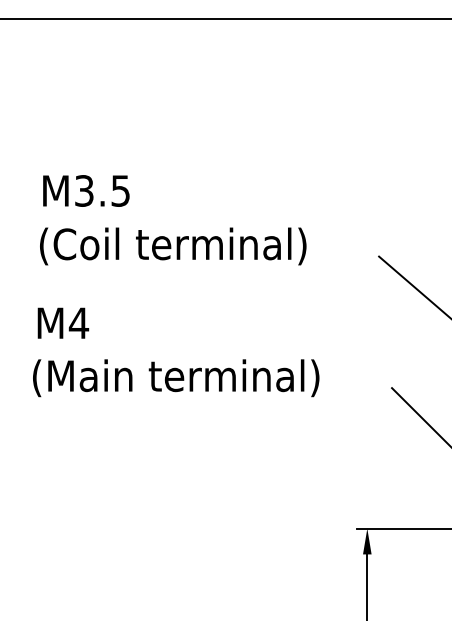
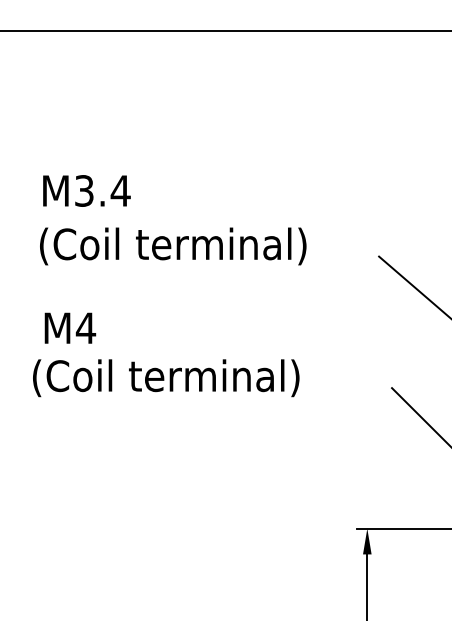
line at (225, 18) position: (225, 18) -> (225, 30)
text at (120, 190): M3.5 -> M3.4
text at (63, 322) position: (63, 322) -> (70, 327)
text at (182, 378): (Main terminal) -> (Coil terminal)
